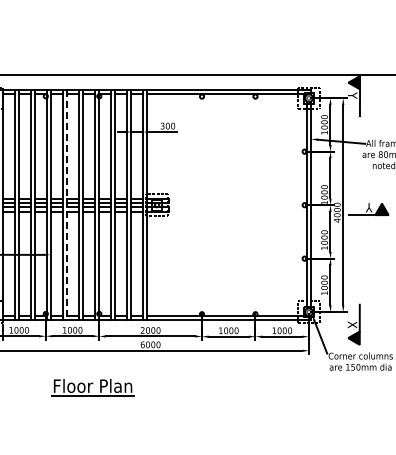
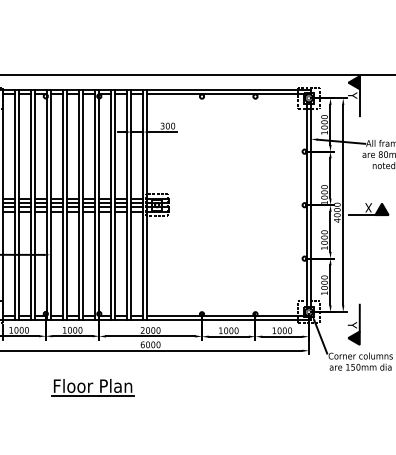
line at (67, 205): dashed -> solid
text at (368, 207): Y -> X
text at (351, 324): X -> Y
